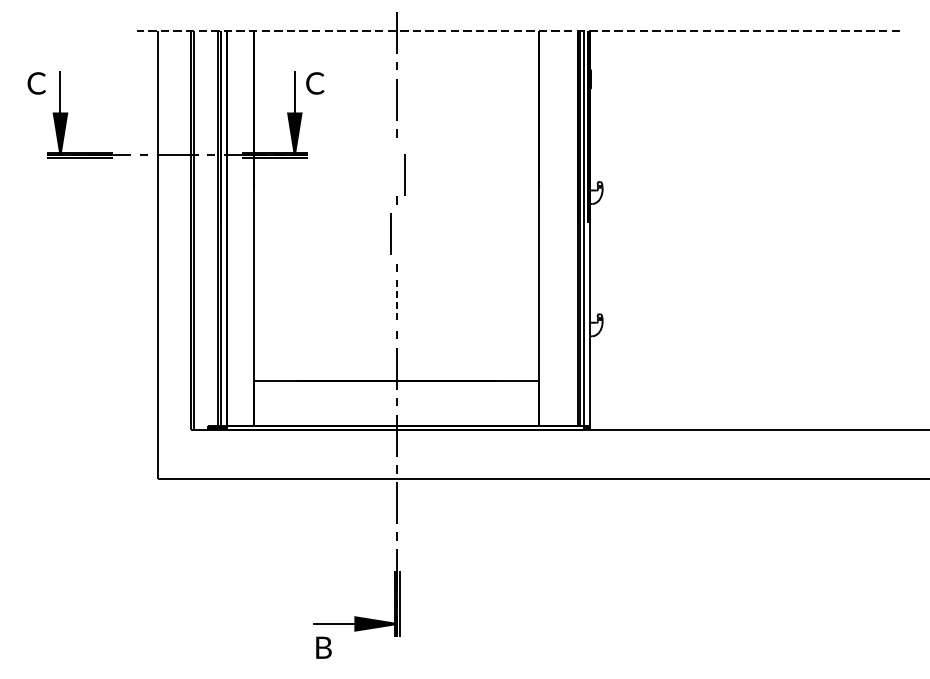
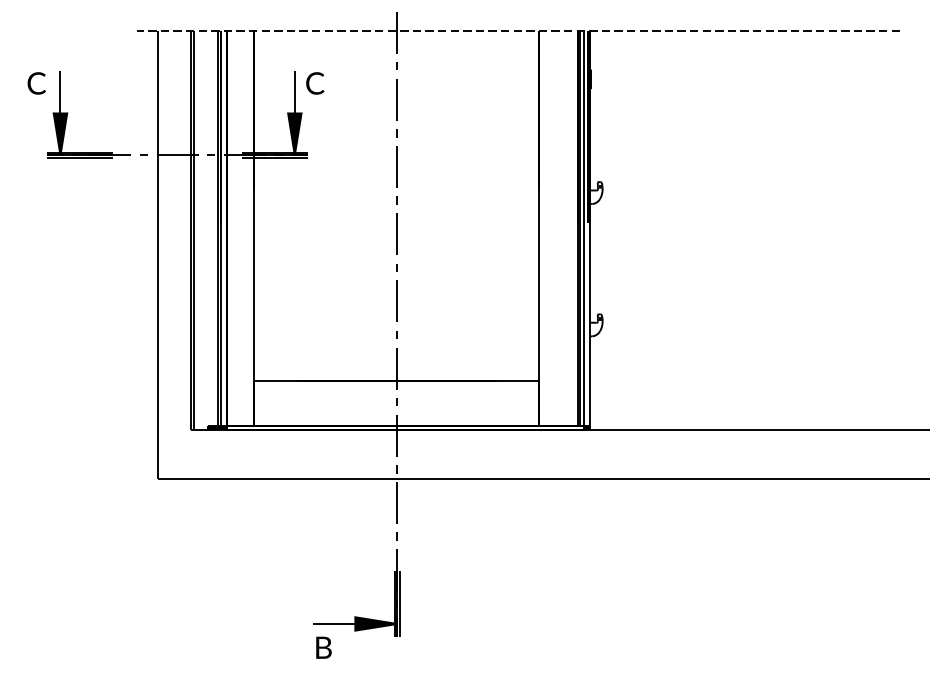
line at (404, 174) position: (404, 174) -> (396, 166)
line at (390, 233) position: (390, 233) -> (396, 233)
line at (397, 301): dashed -> solid
